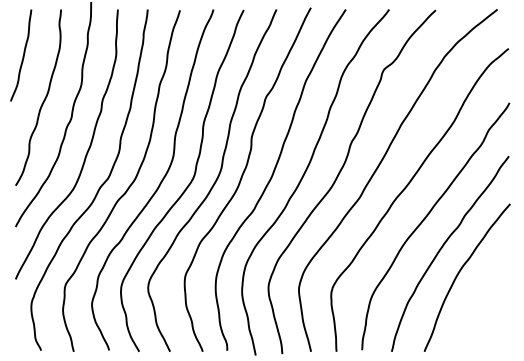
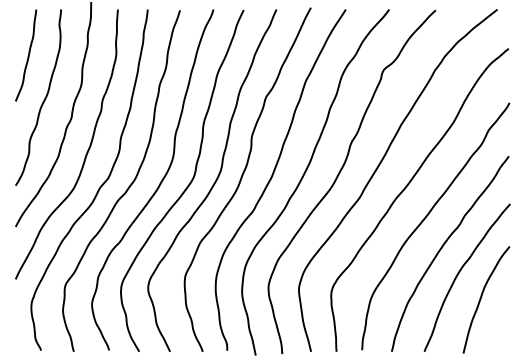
curve at (22, 56) position: (22, 56) -> (27, 56)
curve at (482, 296): none -> present
